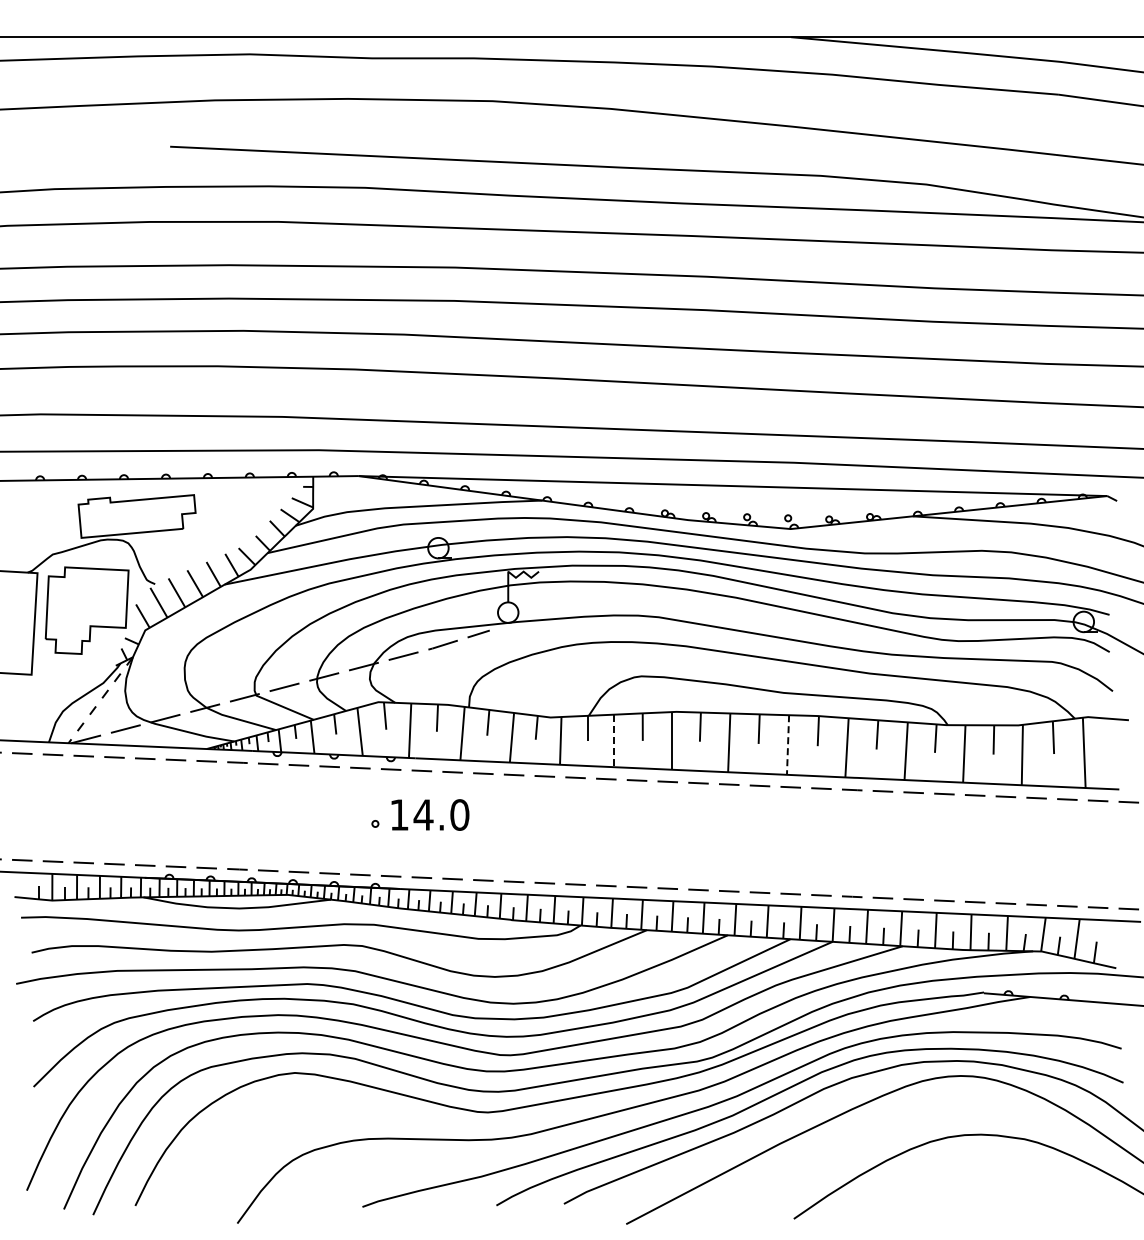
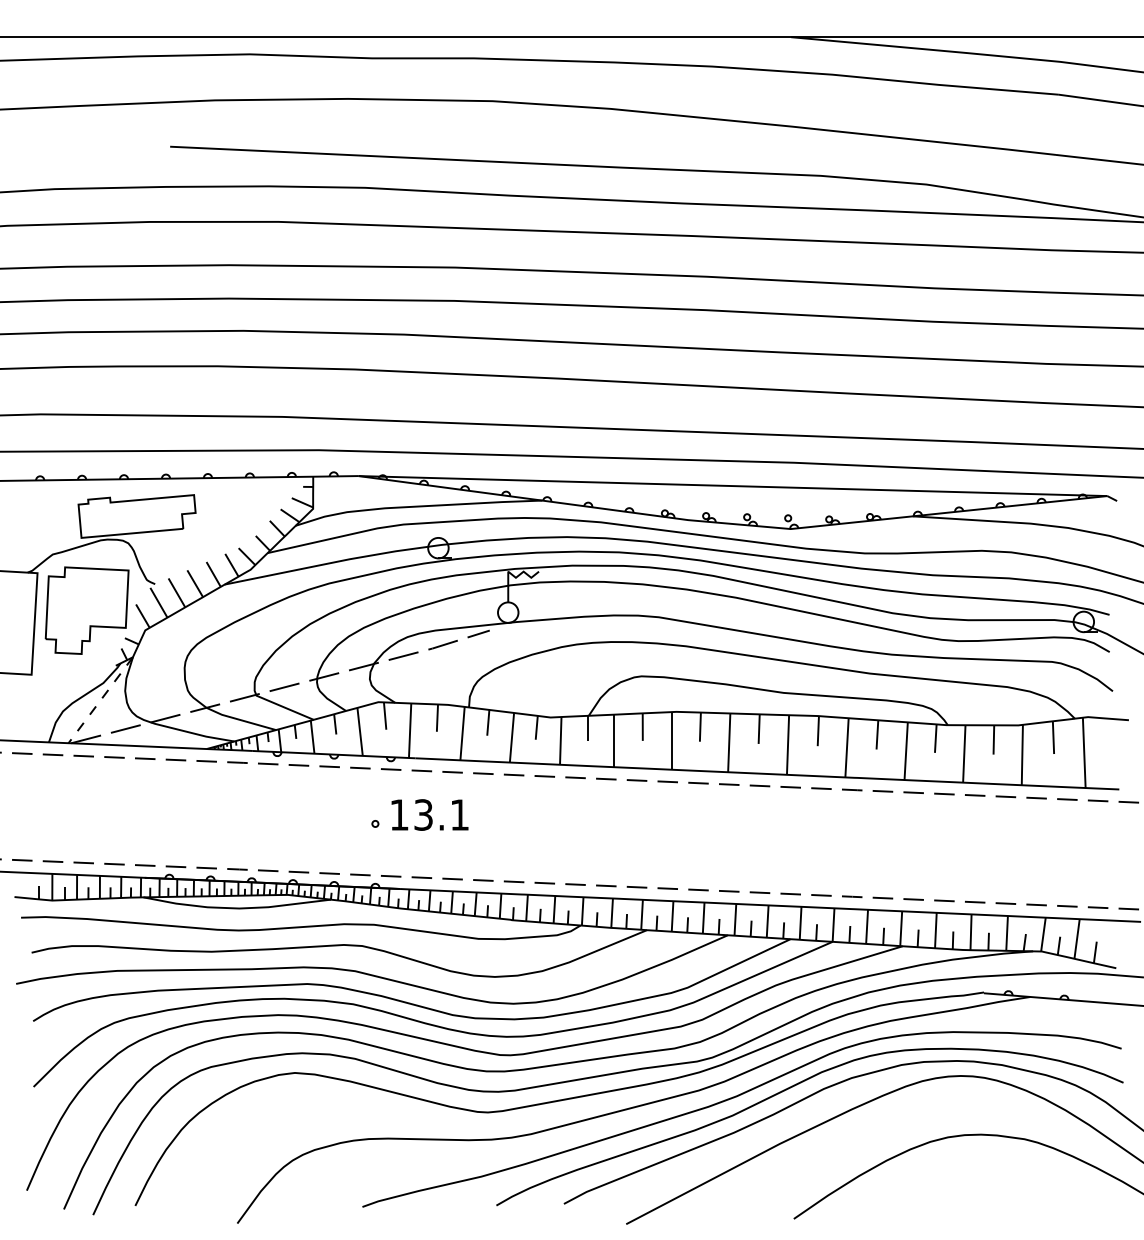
line at (614, 741): dashed -> solid
line at (788, 745): dashed -> solid
text at (441, 814): 14.0 -> 13.1
